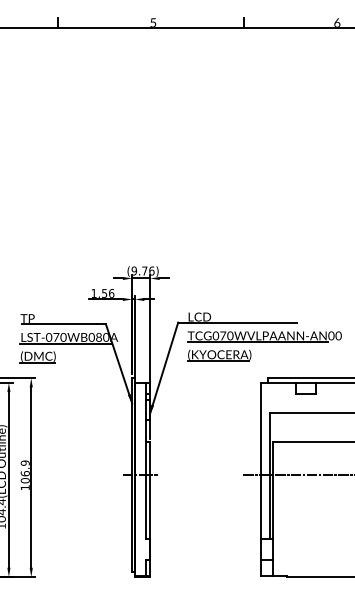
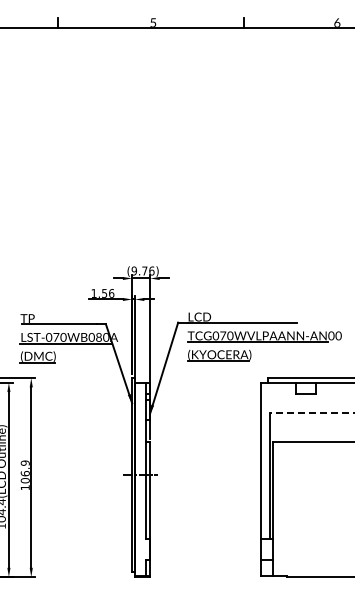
line at (312, 413): solid -> dashed
line at (297, 474): present -> none
